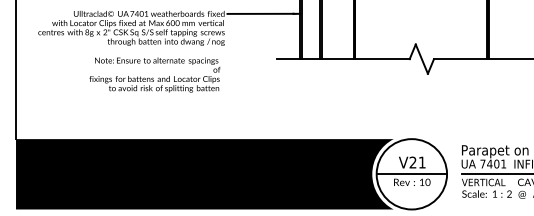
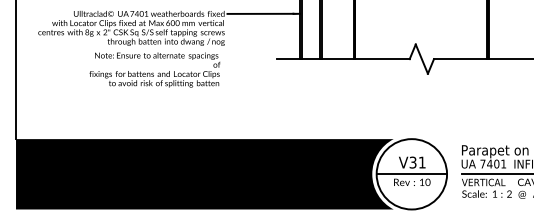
text at (154, 74) position: (154, 74) -> (154, 69)
text at (412, 162): V21 -> V31
